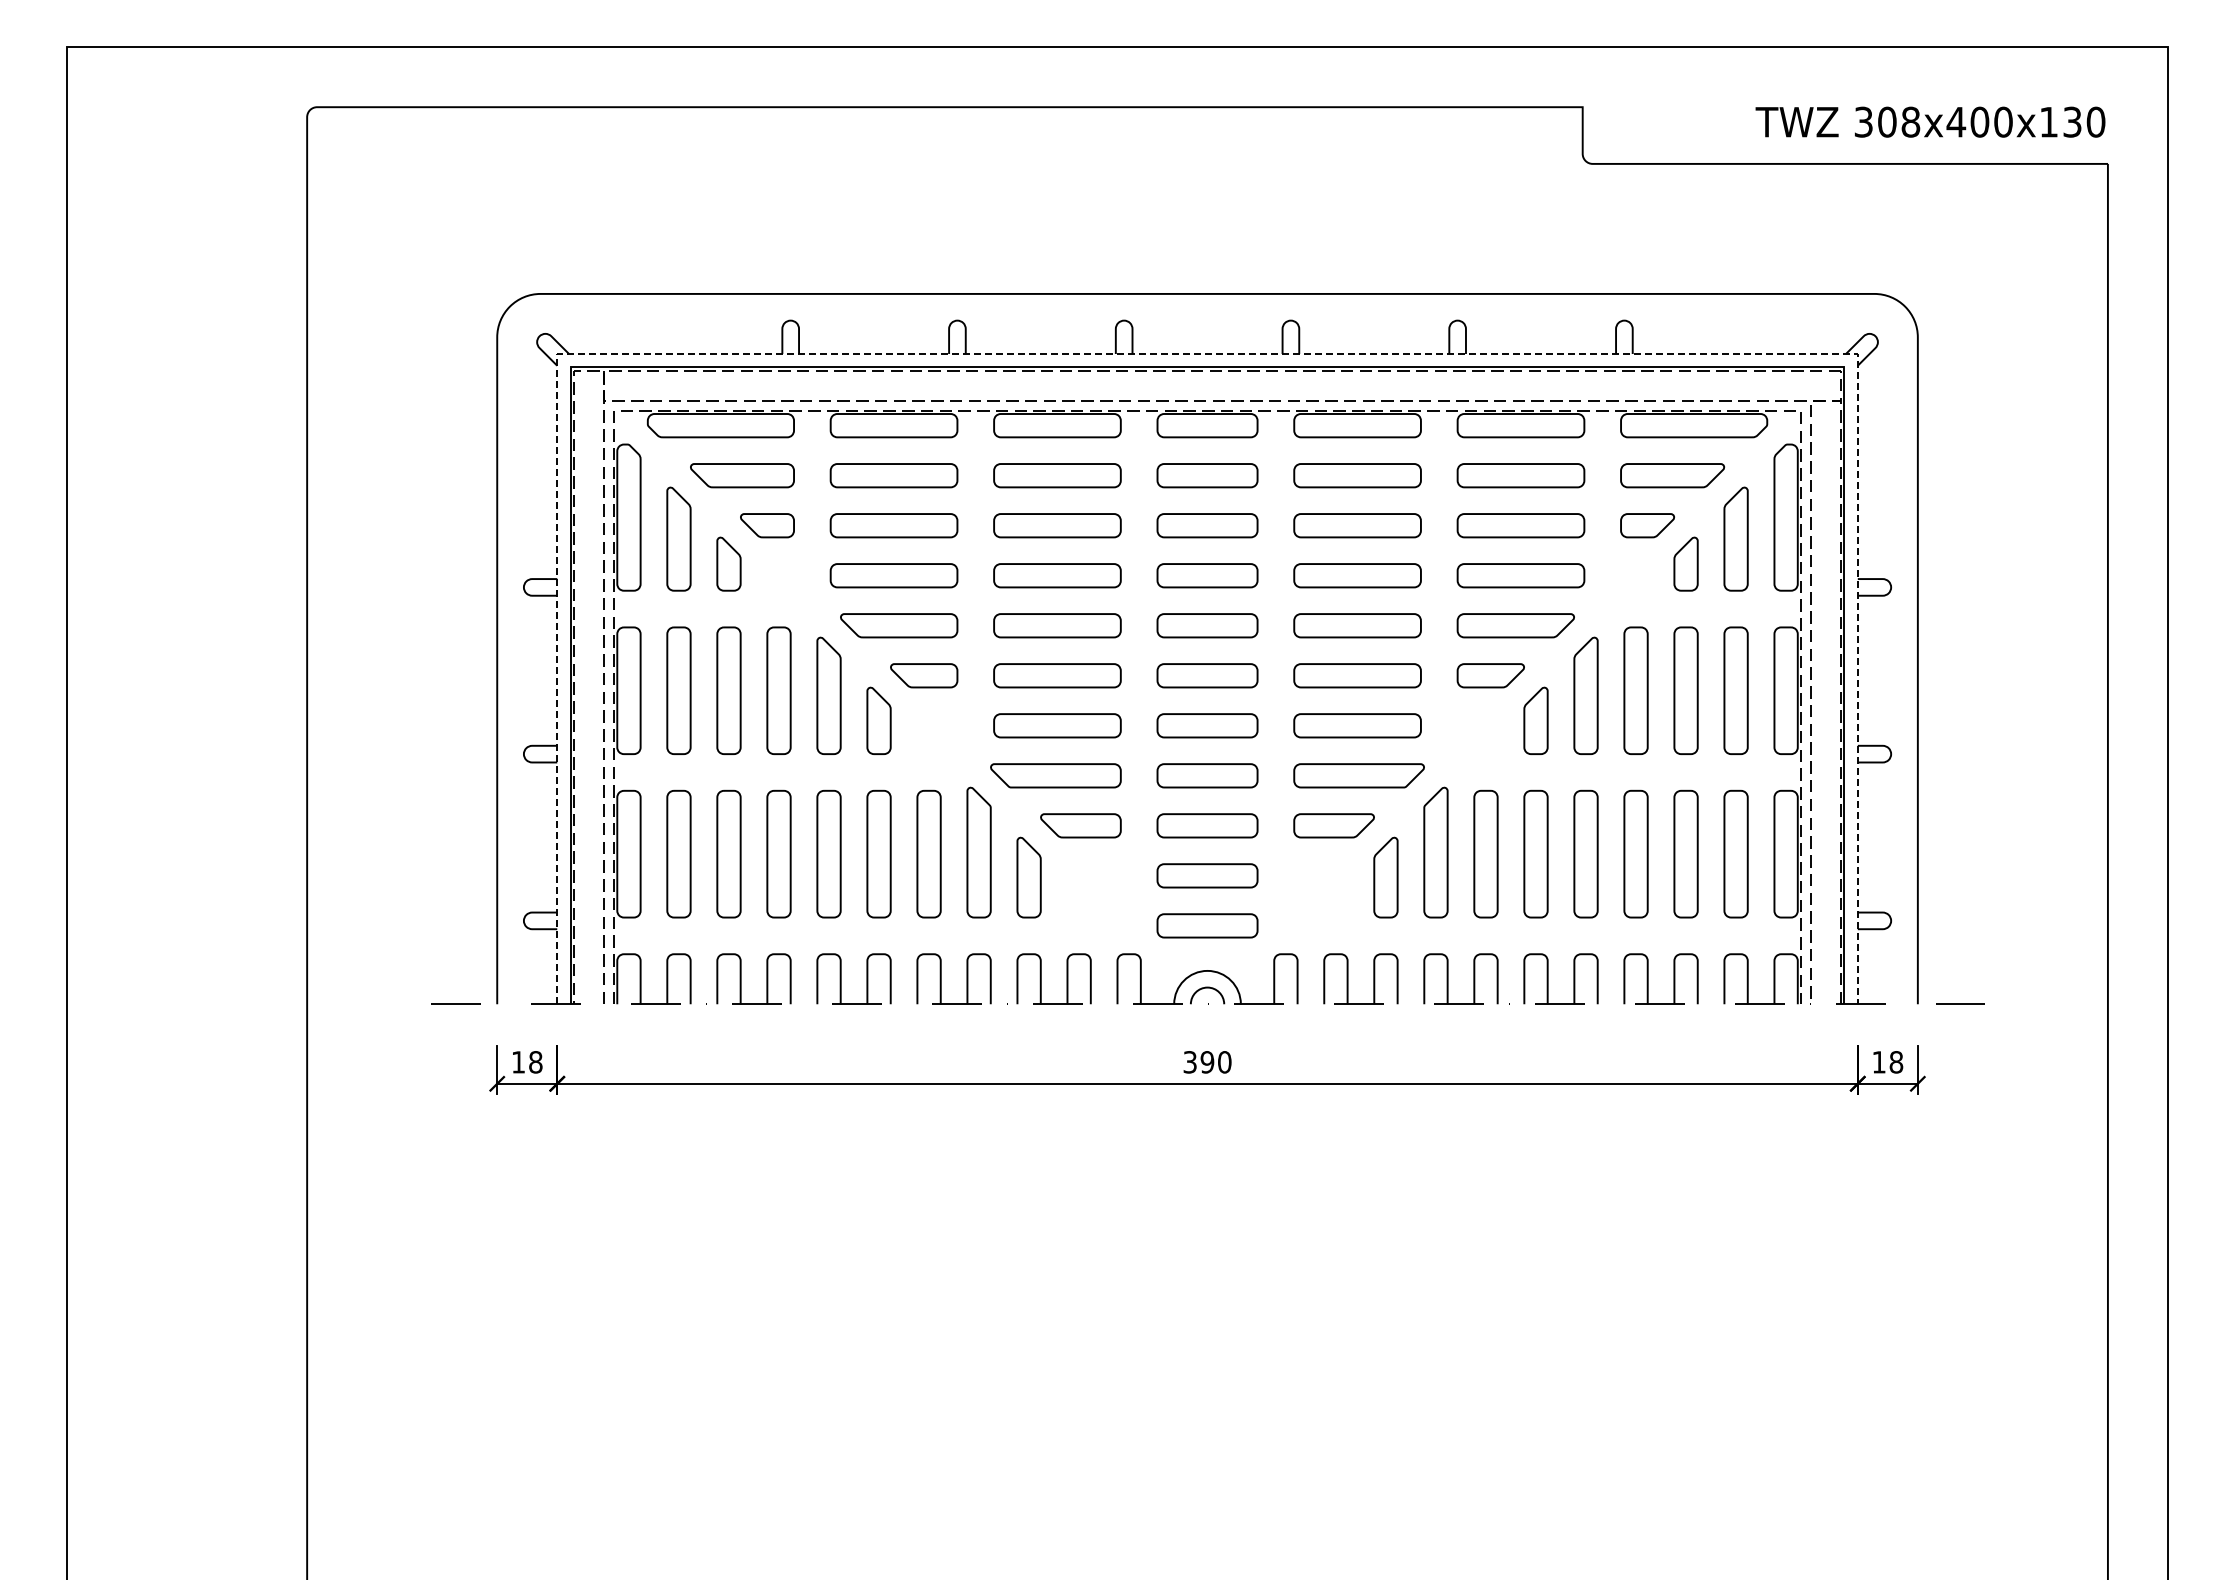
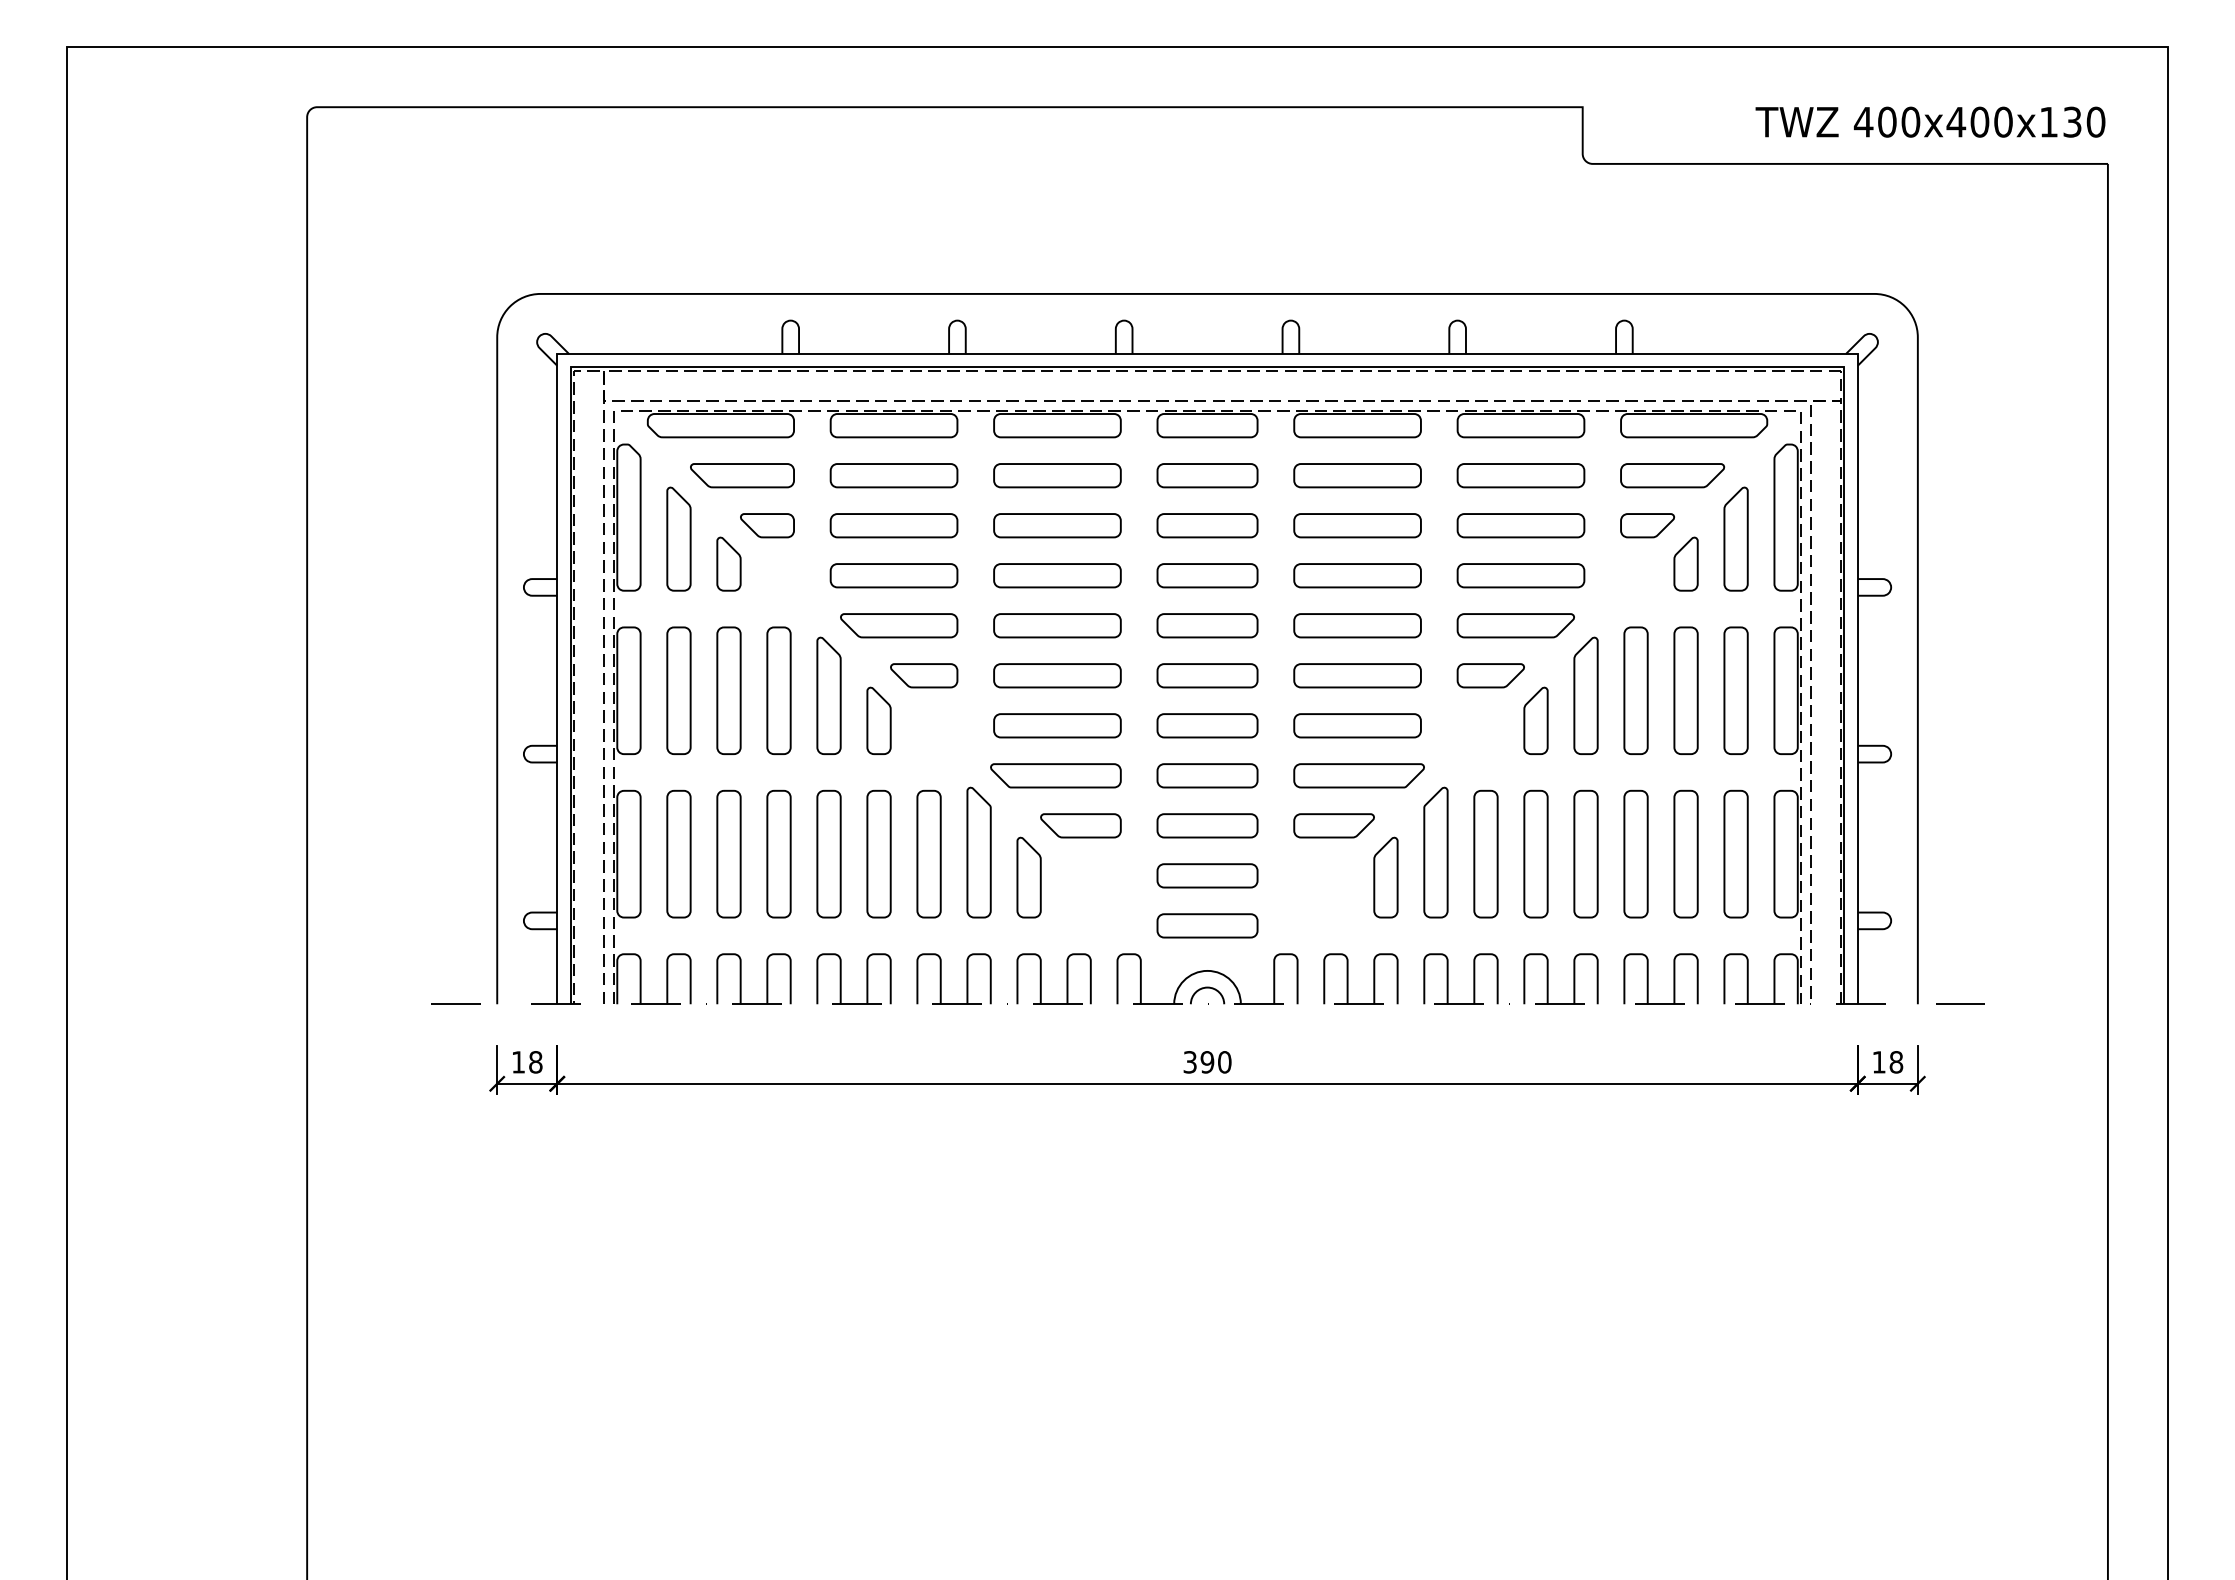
text at (1886, 121): 308x400x130 -> 400x400x130
line at (1208, 353): dashed -> solid
